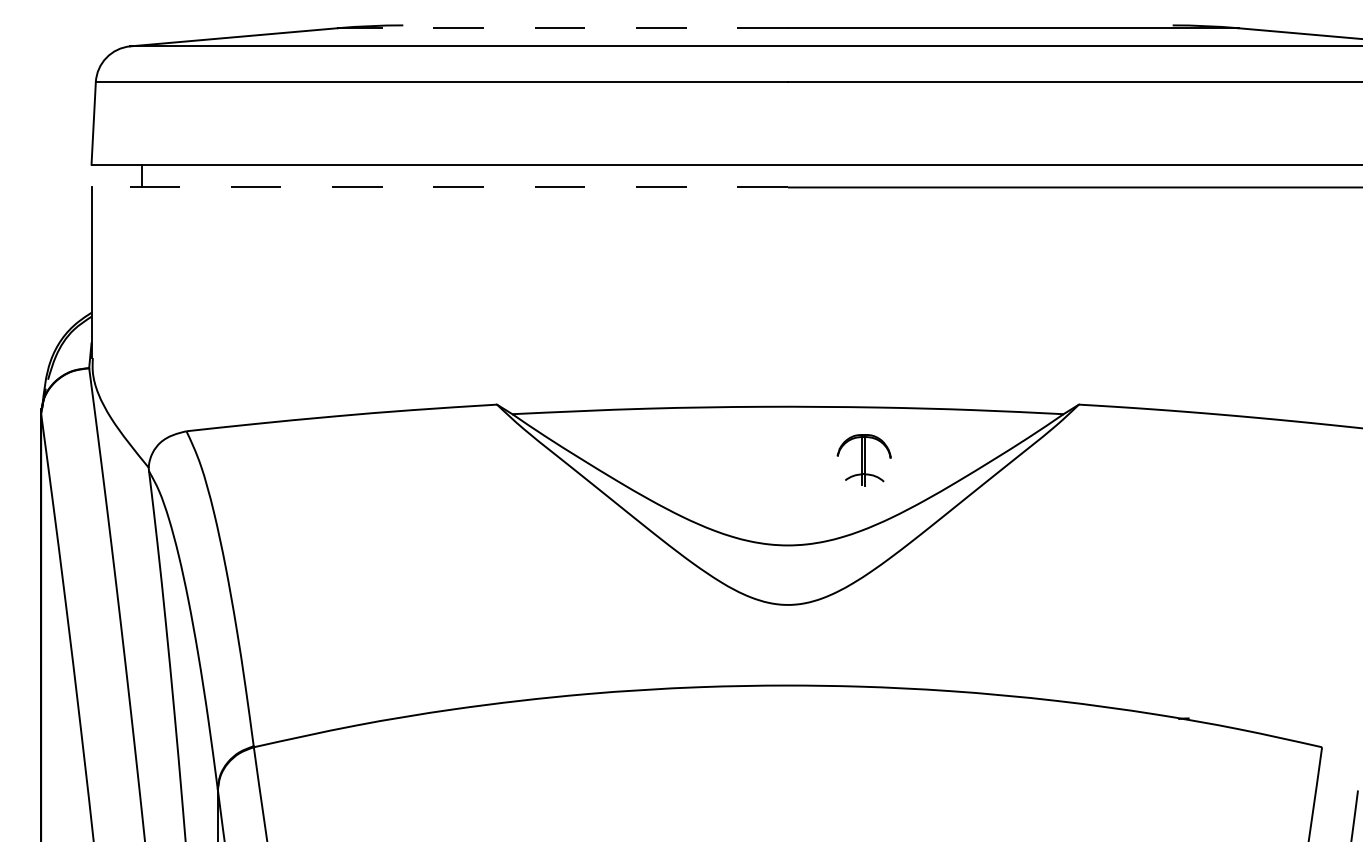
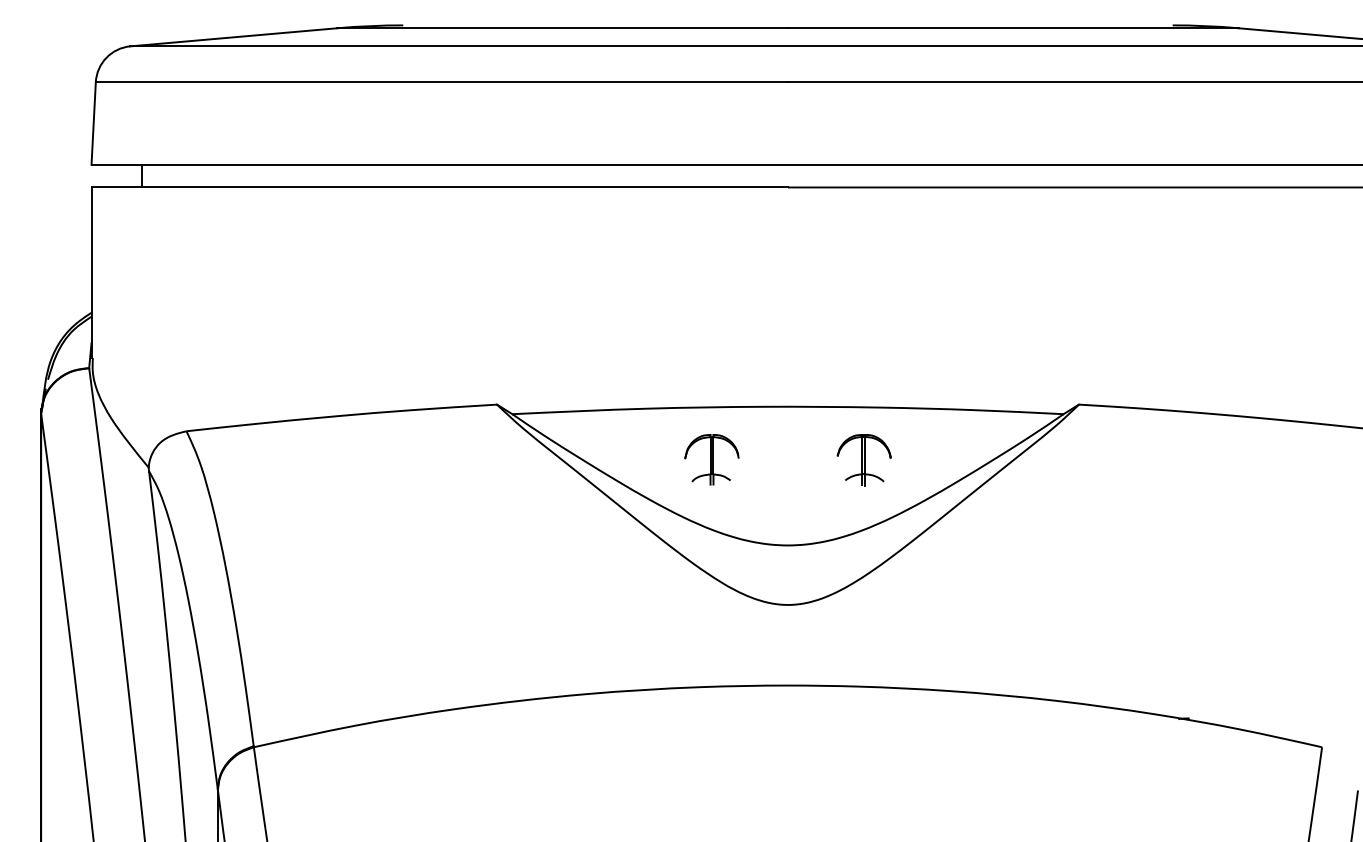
line at (562, 28): dashed -> solid
line at (439, 187): dashed -> solid
part at (711, 459): none -> present
